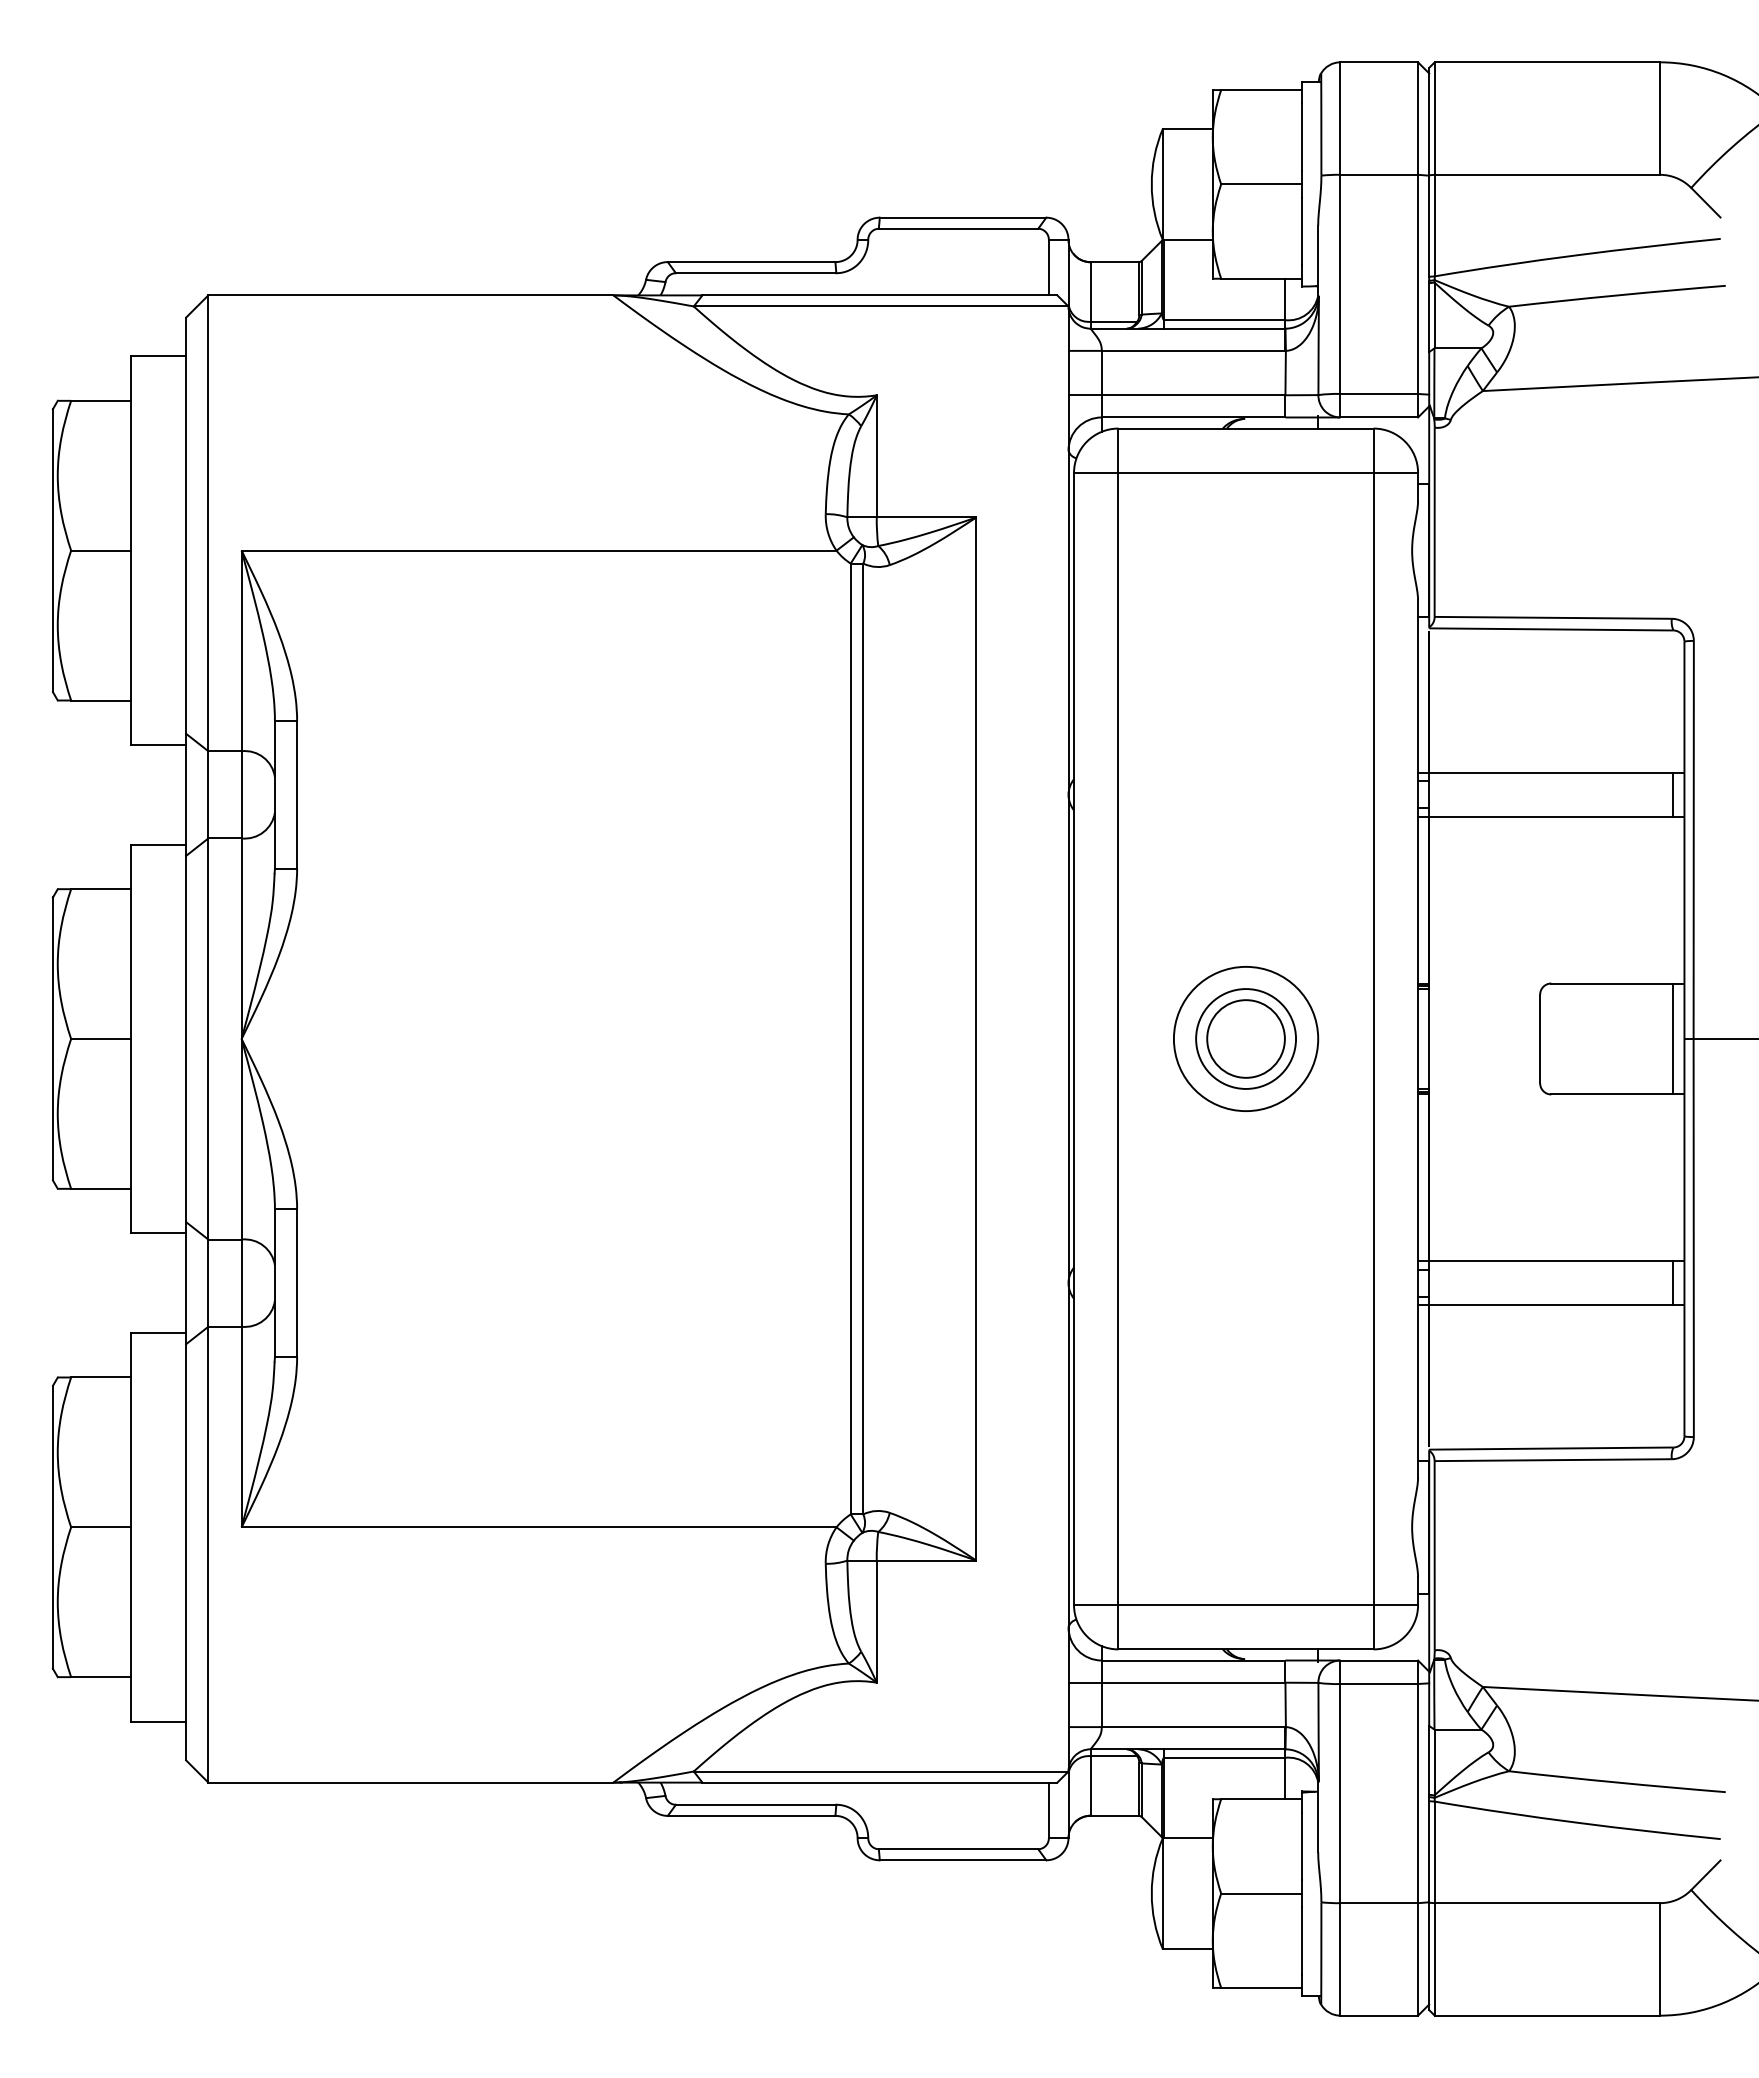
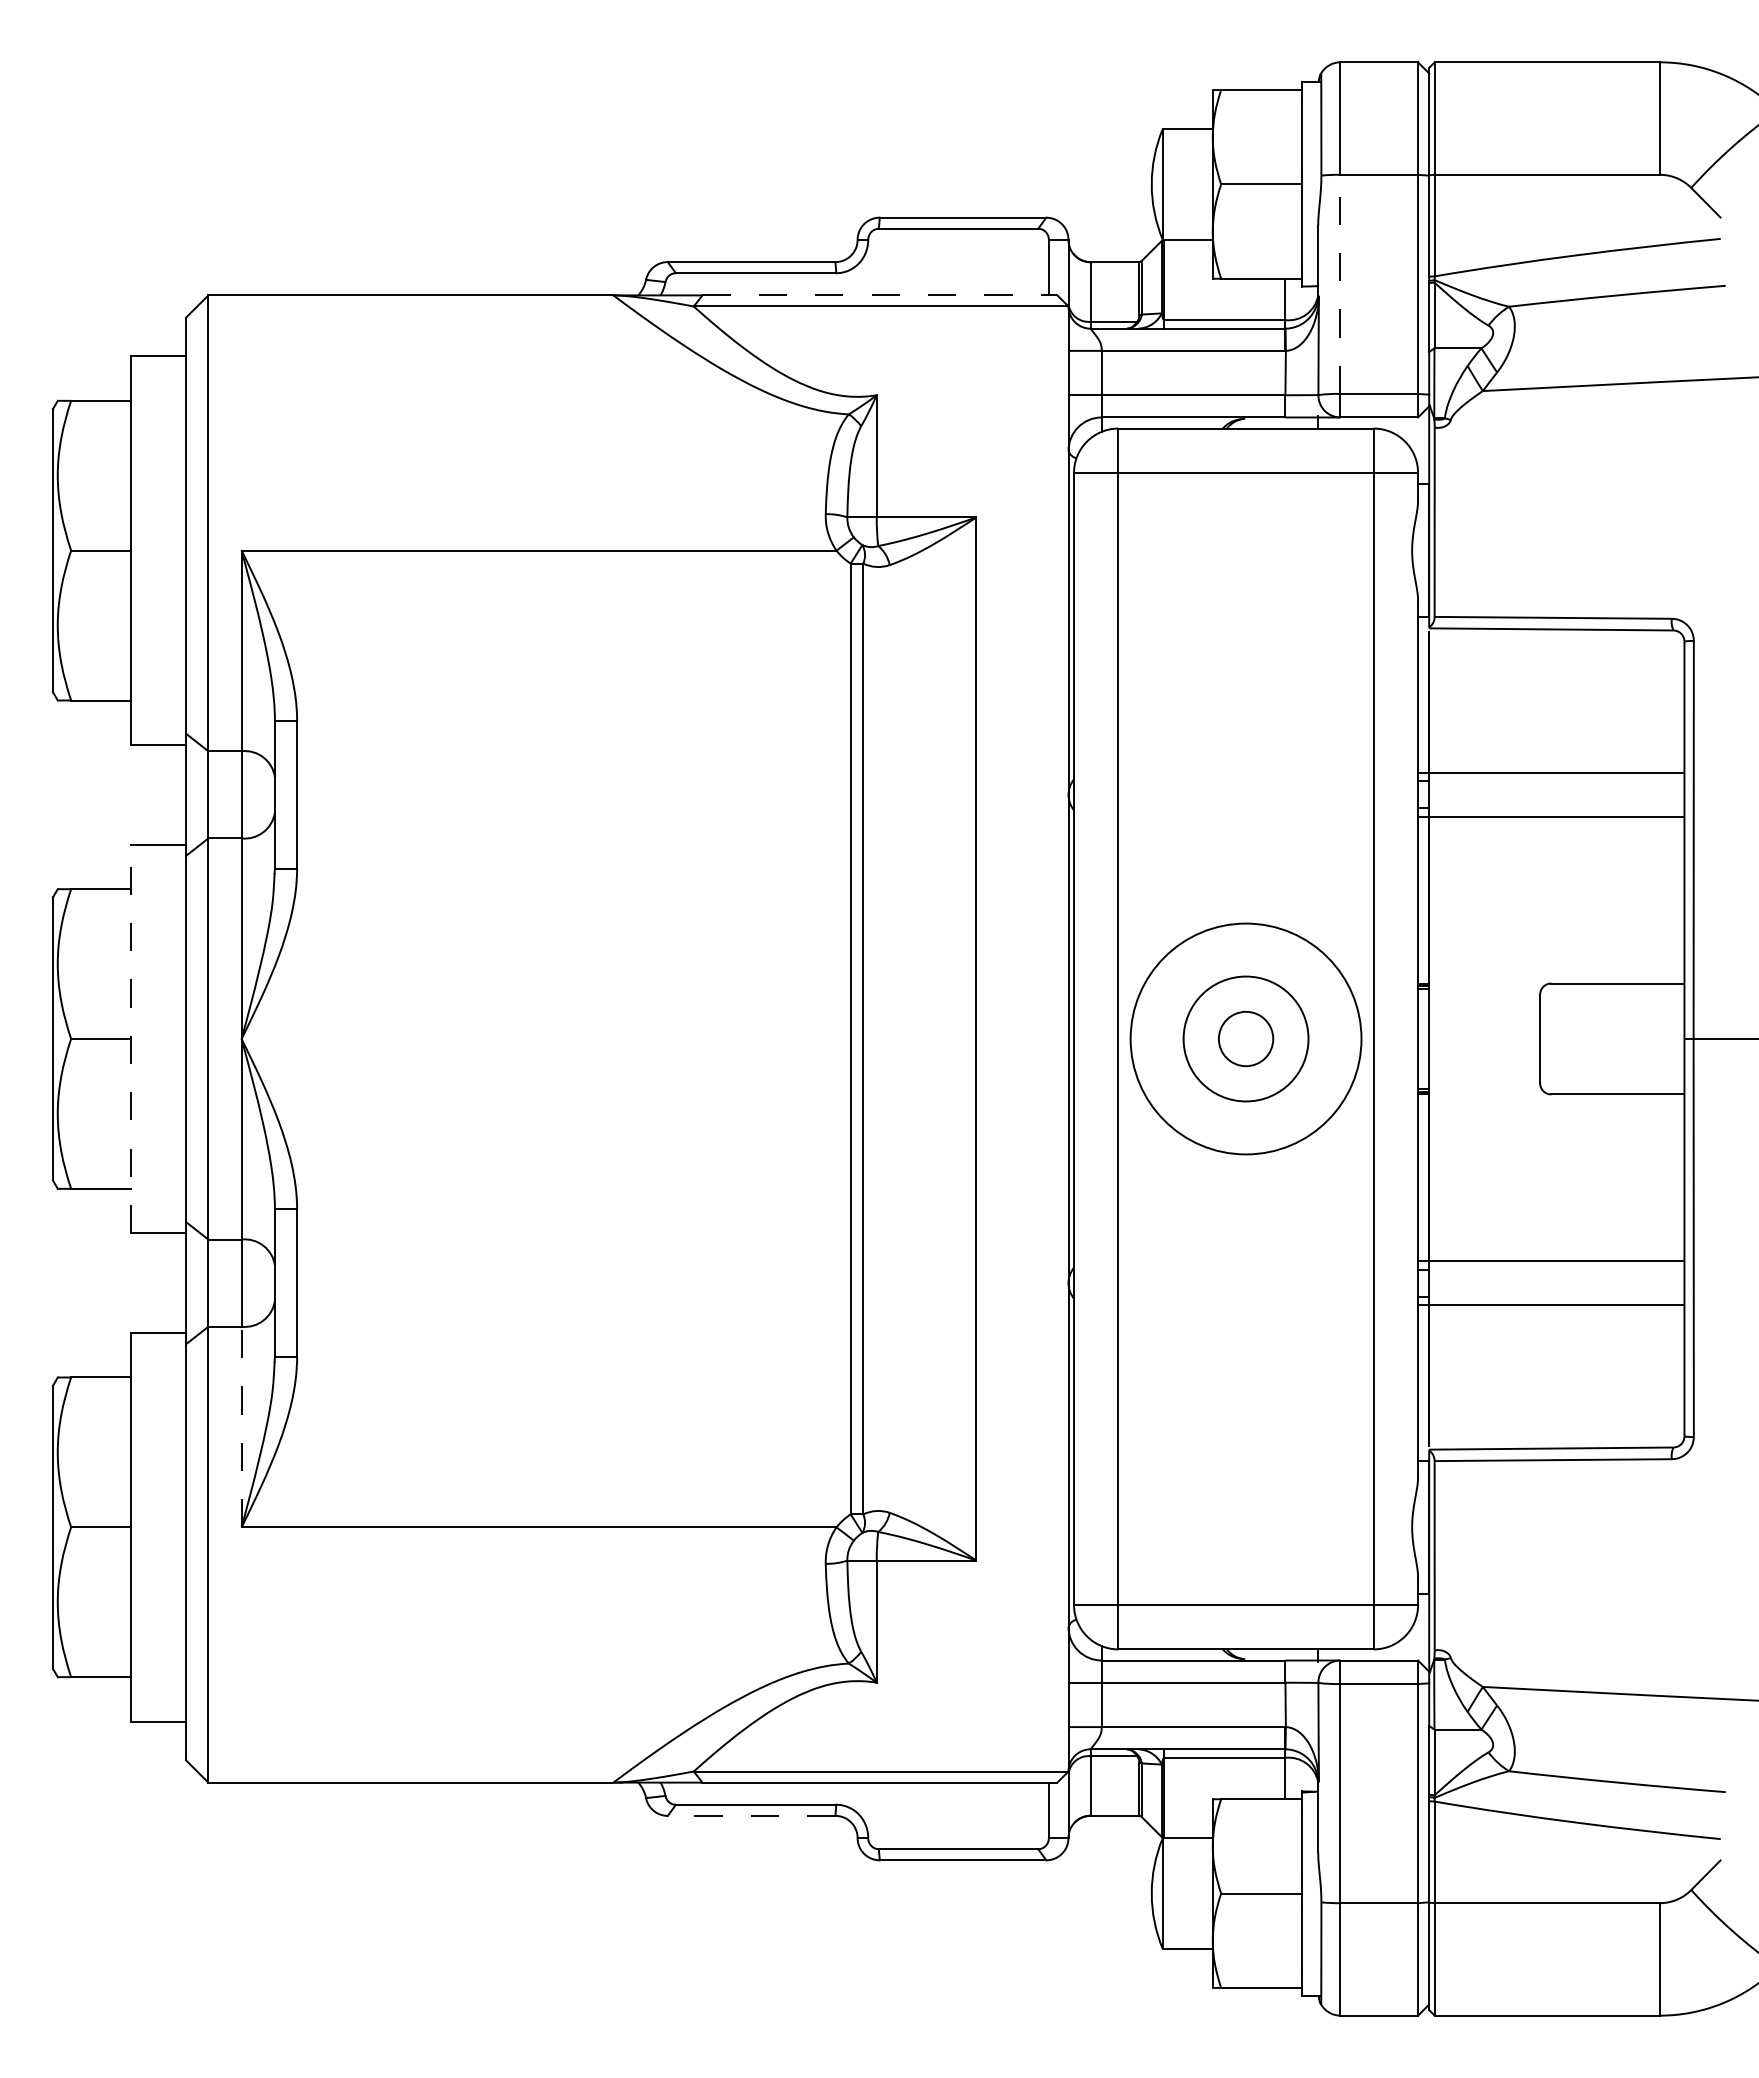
line at (1340, 284): solid -> dashed
line at (880, 295): solid -> dashed
line at (1673, 794): present -> none
line at (130, 1038): solid -> dashed
circle at (1245, 1038) diameter: 144 px -> 231 px
circle at (1245, 1038) diameter: 78 px -> 54 px
circle at (1246, 1038) diameter: 100 px -> 125 px
line at (1673, 1038): present -> none
line at (1673, 1282): present -> none
line at (241, 1426): solid -> dashed
line at (751, 1815): solid -> dashed
